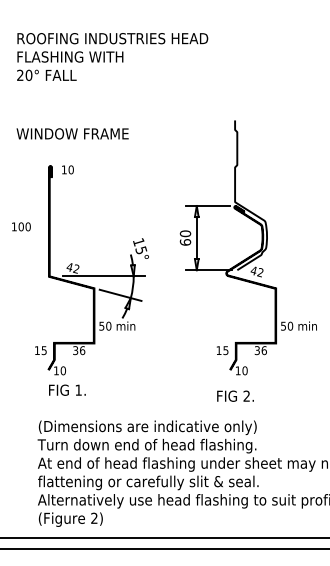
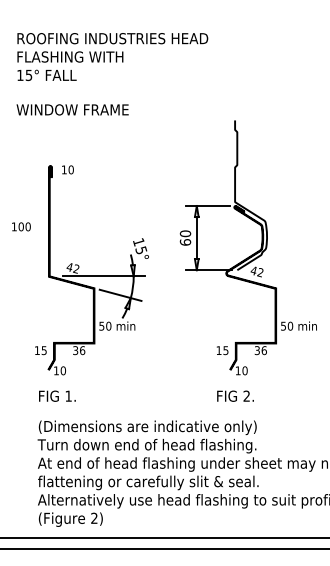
text at (24, 74): 20° -> 15°
text at (72, 133) position: (72, 133) -> (72, 109)
text at (67, 389) position: (67, 389) -> (57, 395)
